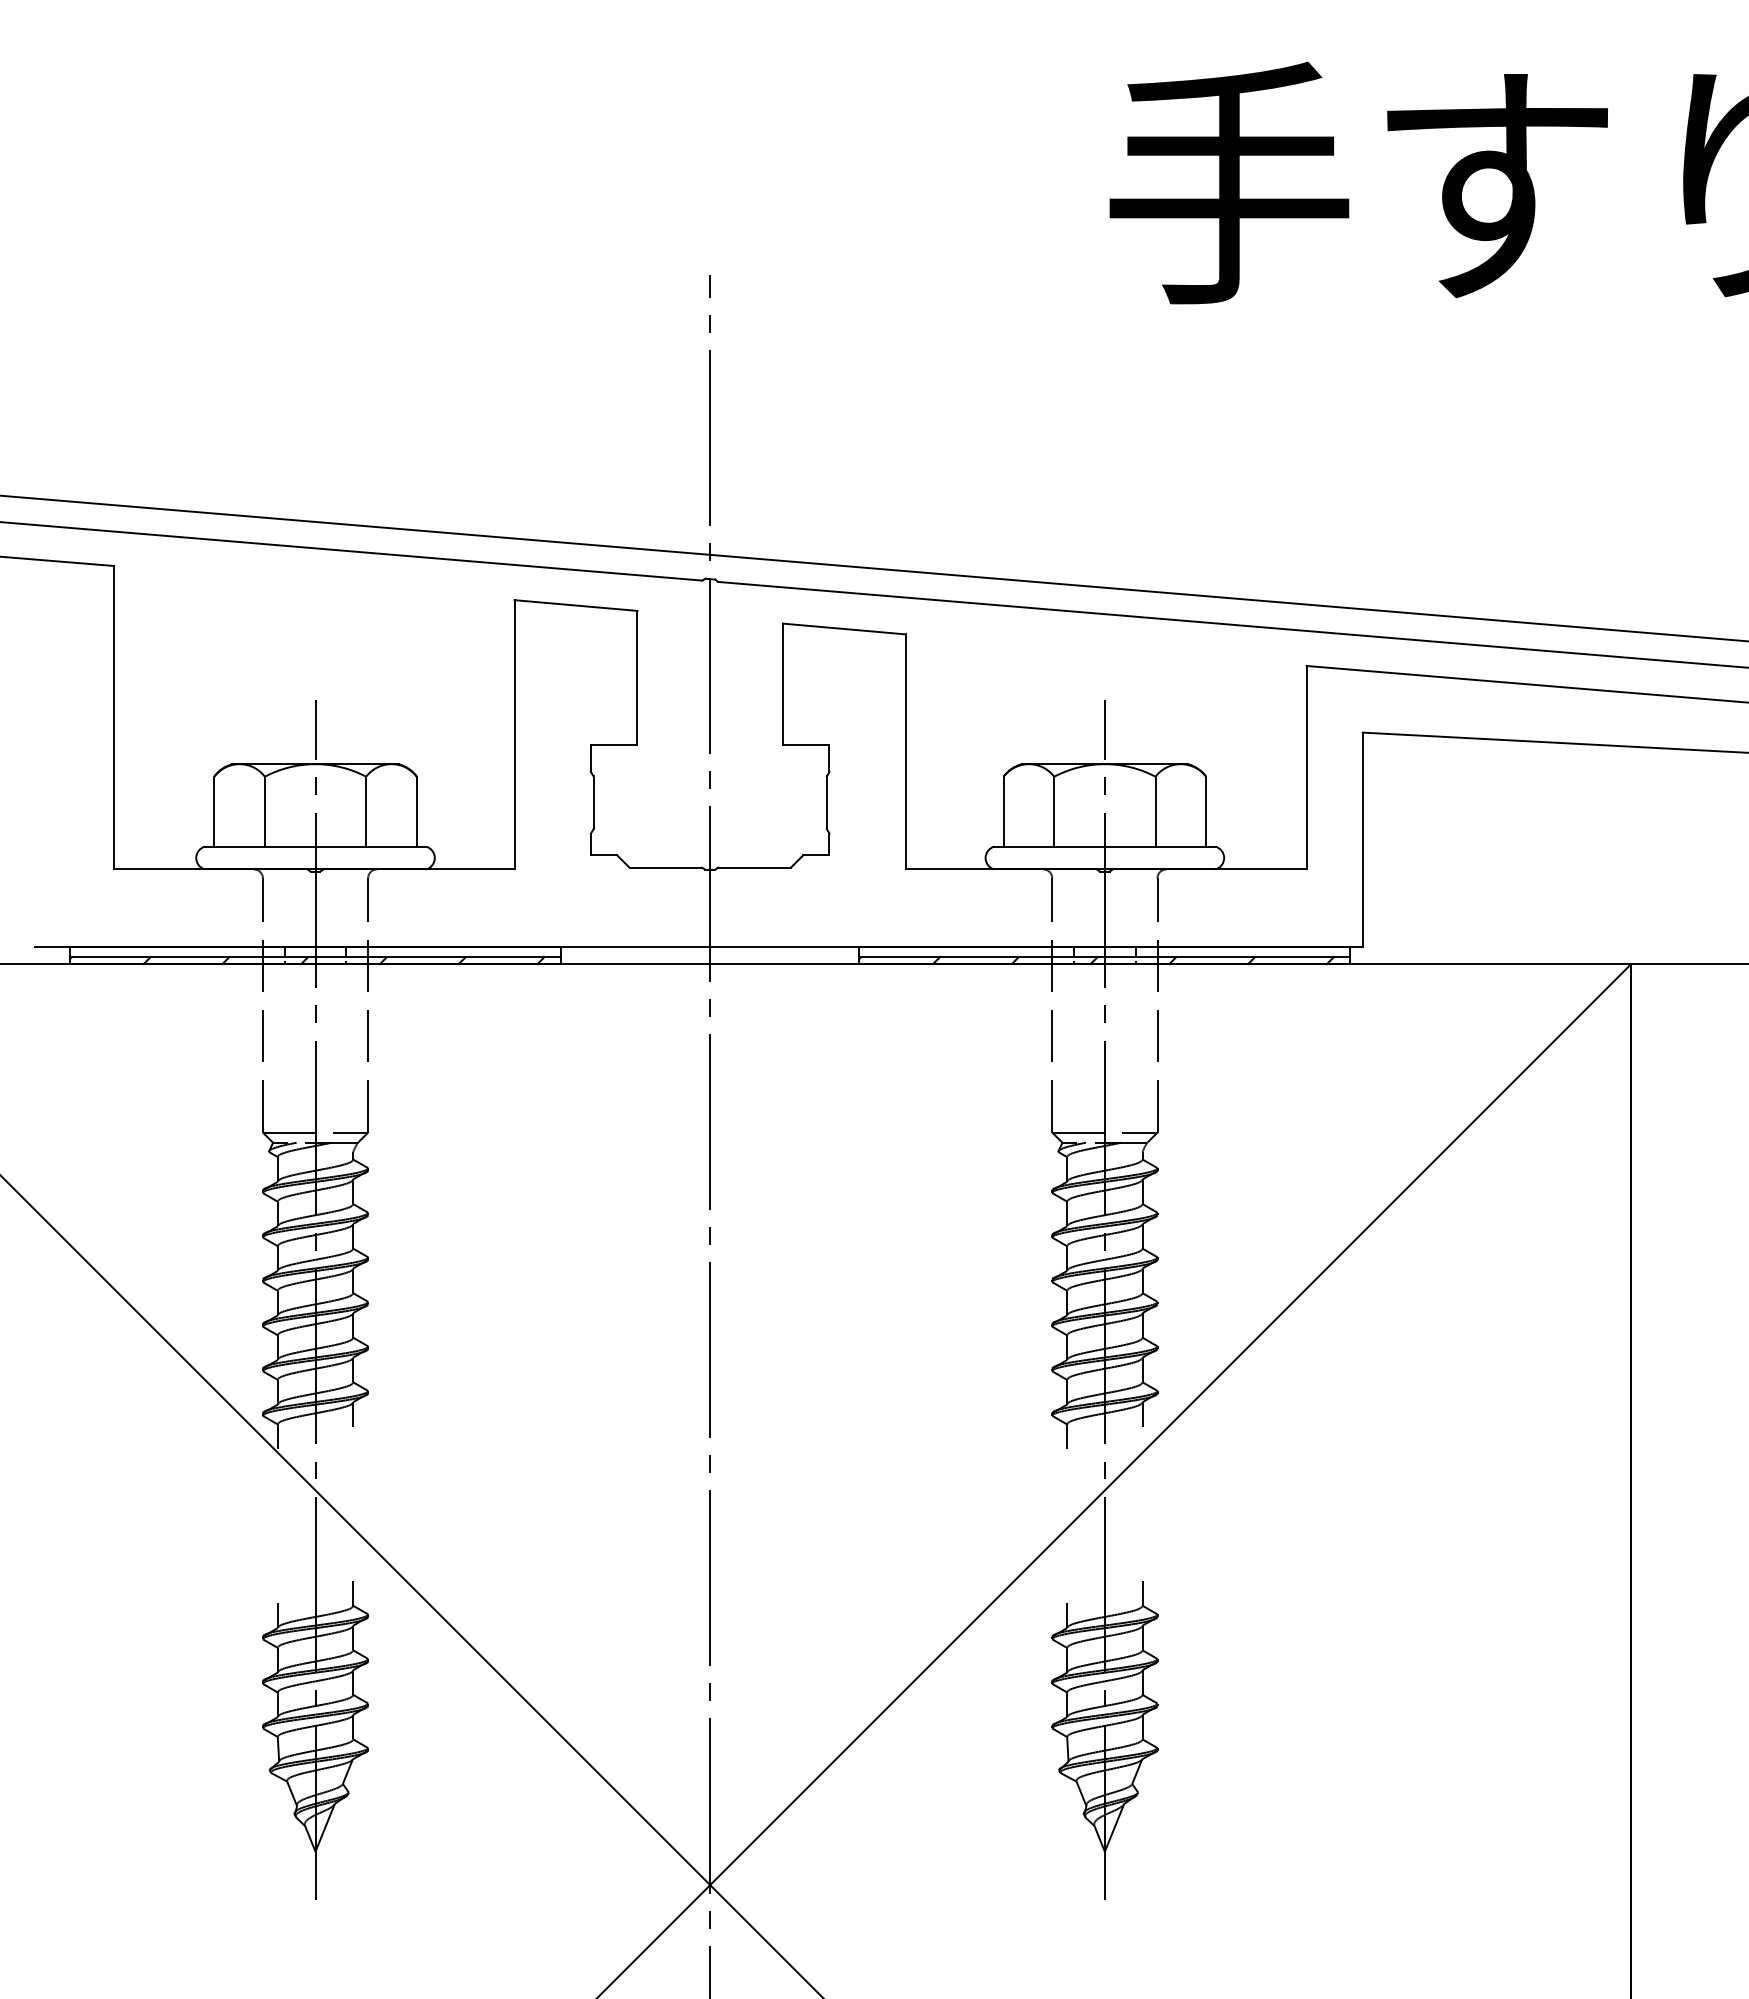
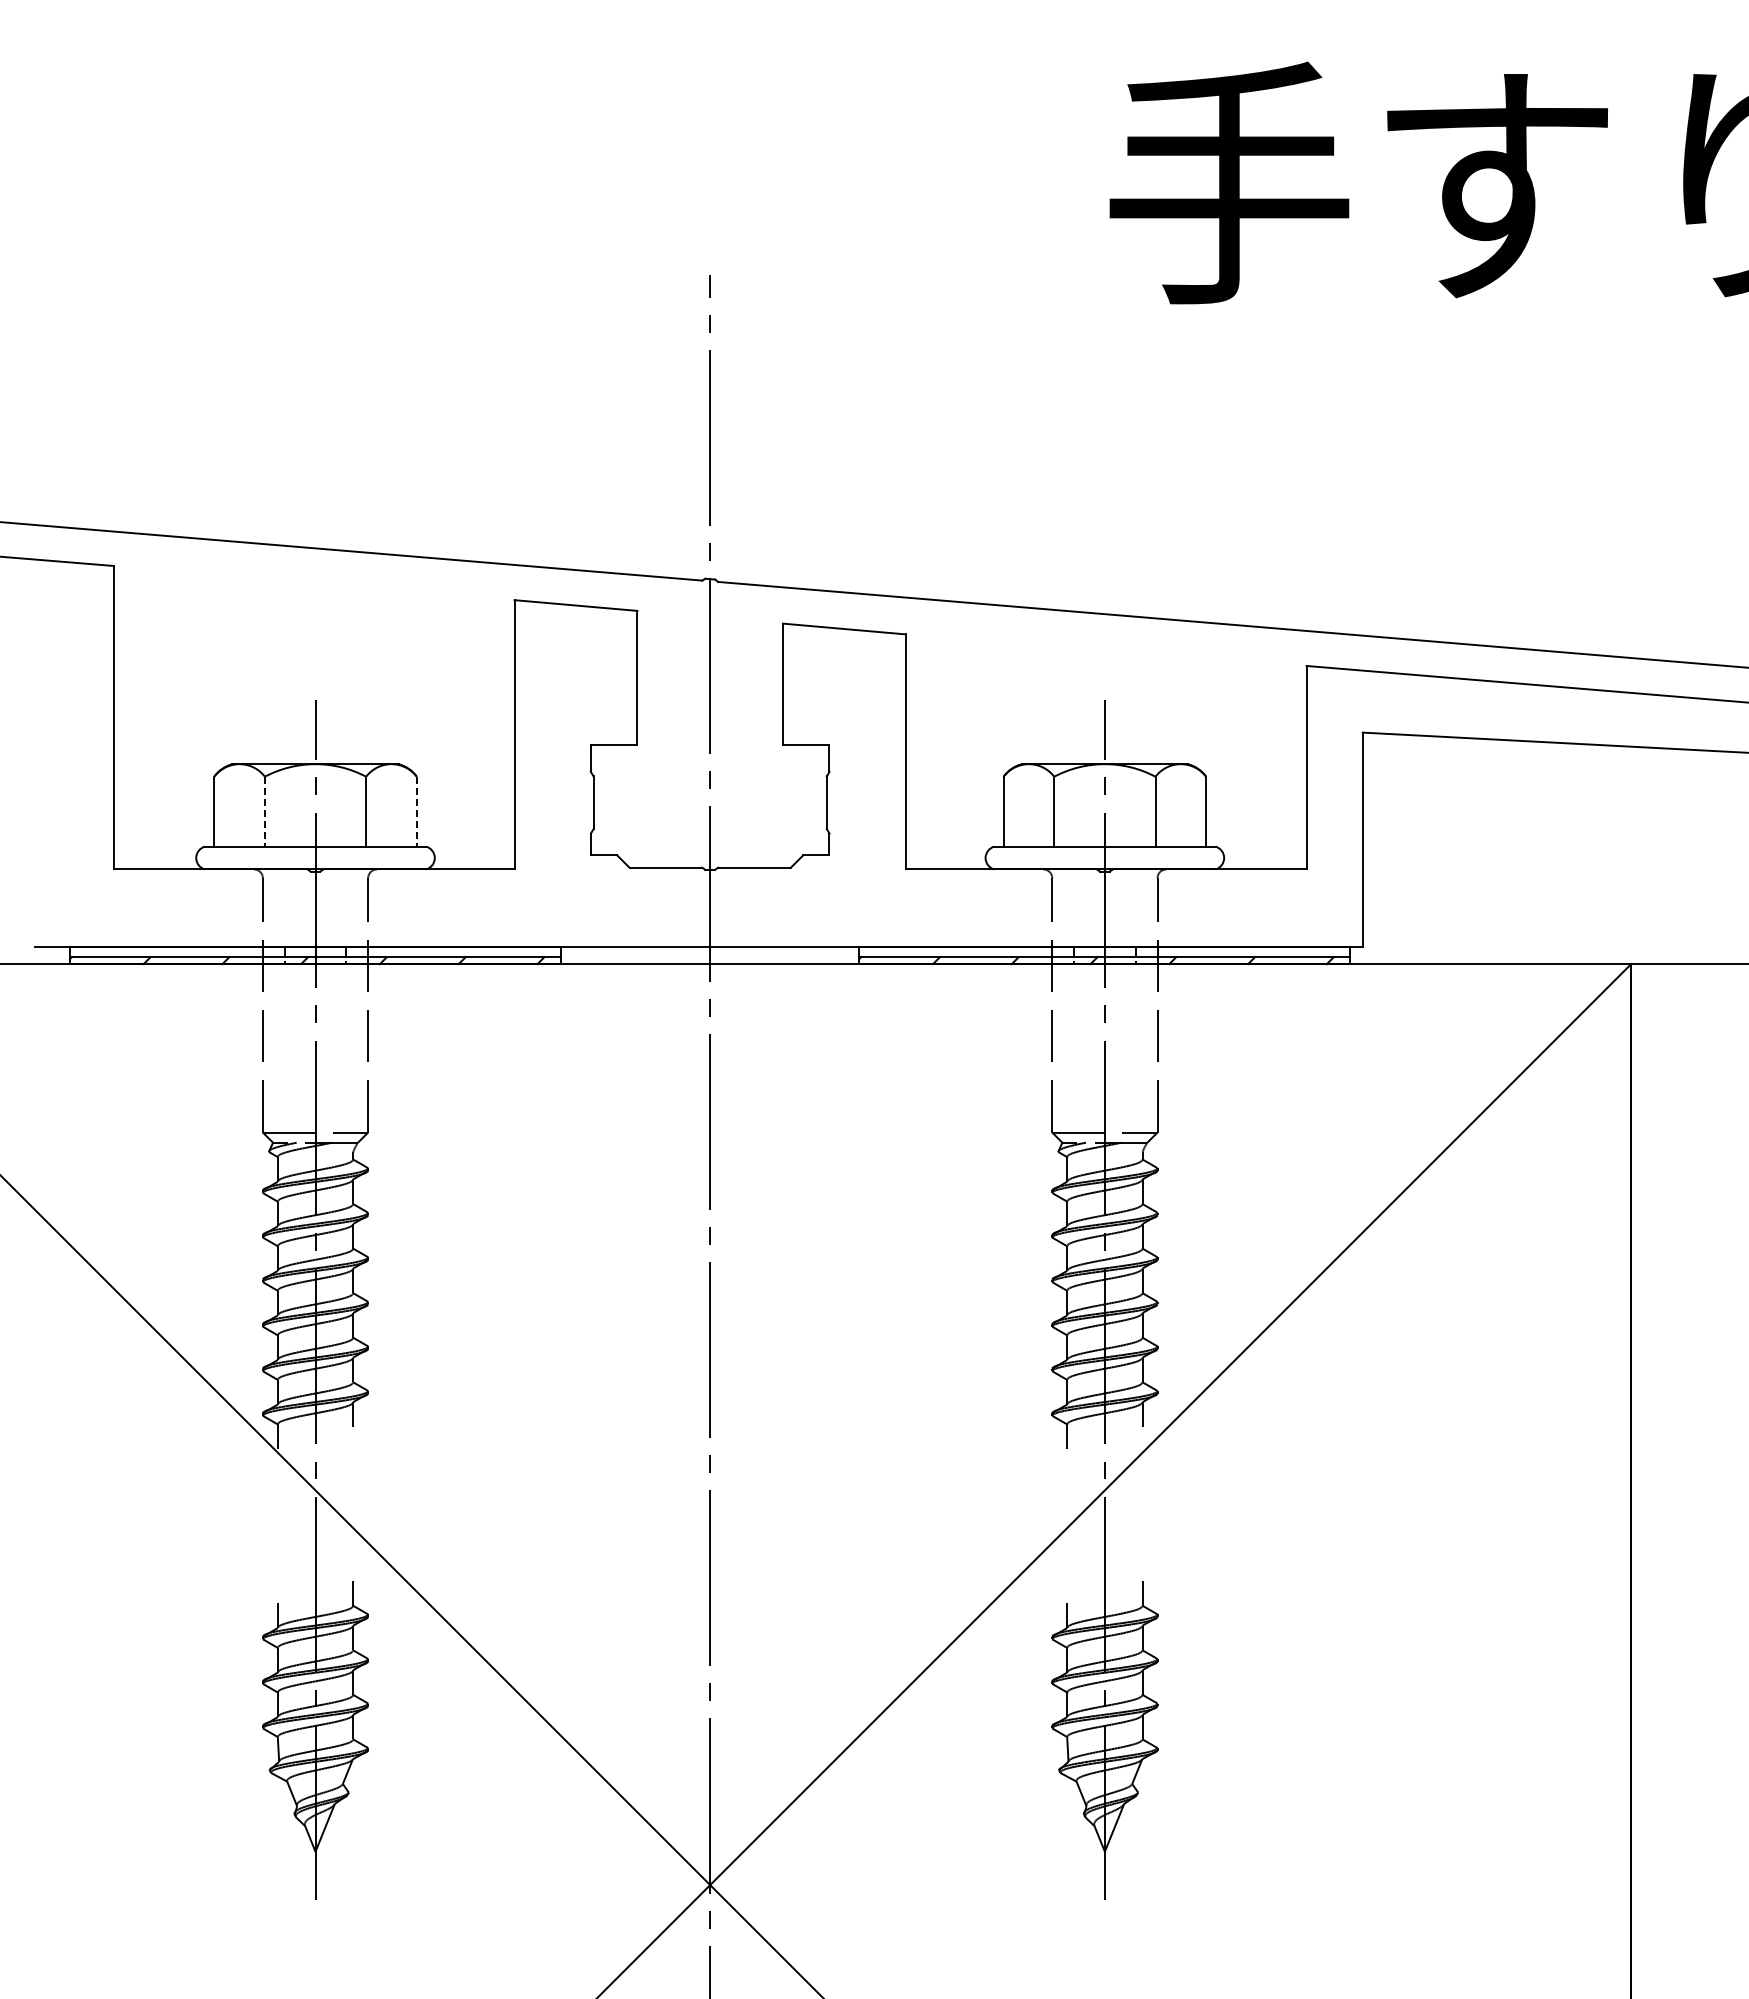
line at (873, 568): present -> none
line at (264, 811): solid -> dashed
line at (416, 811): solid -> dashed
